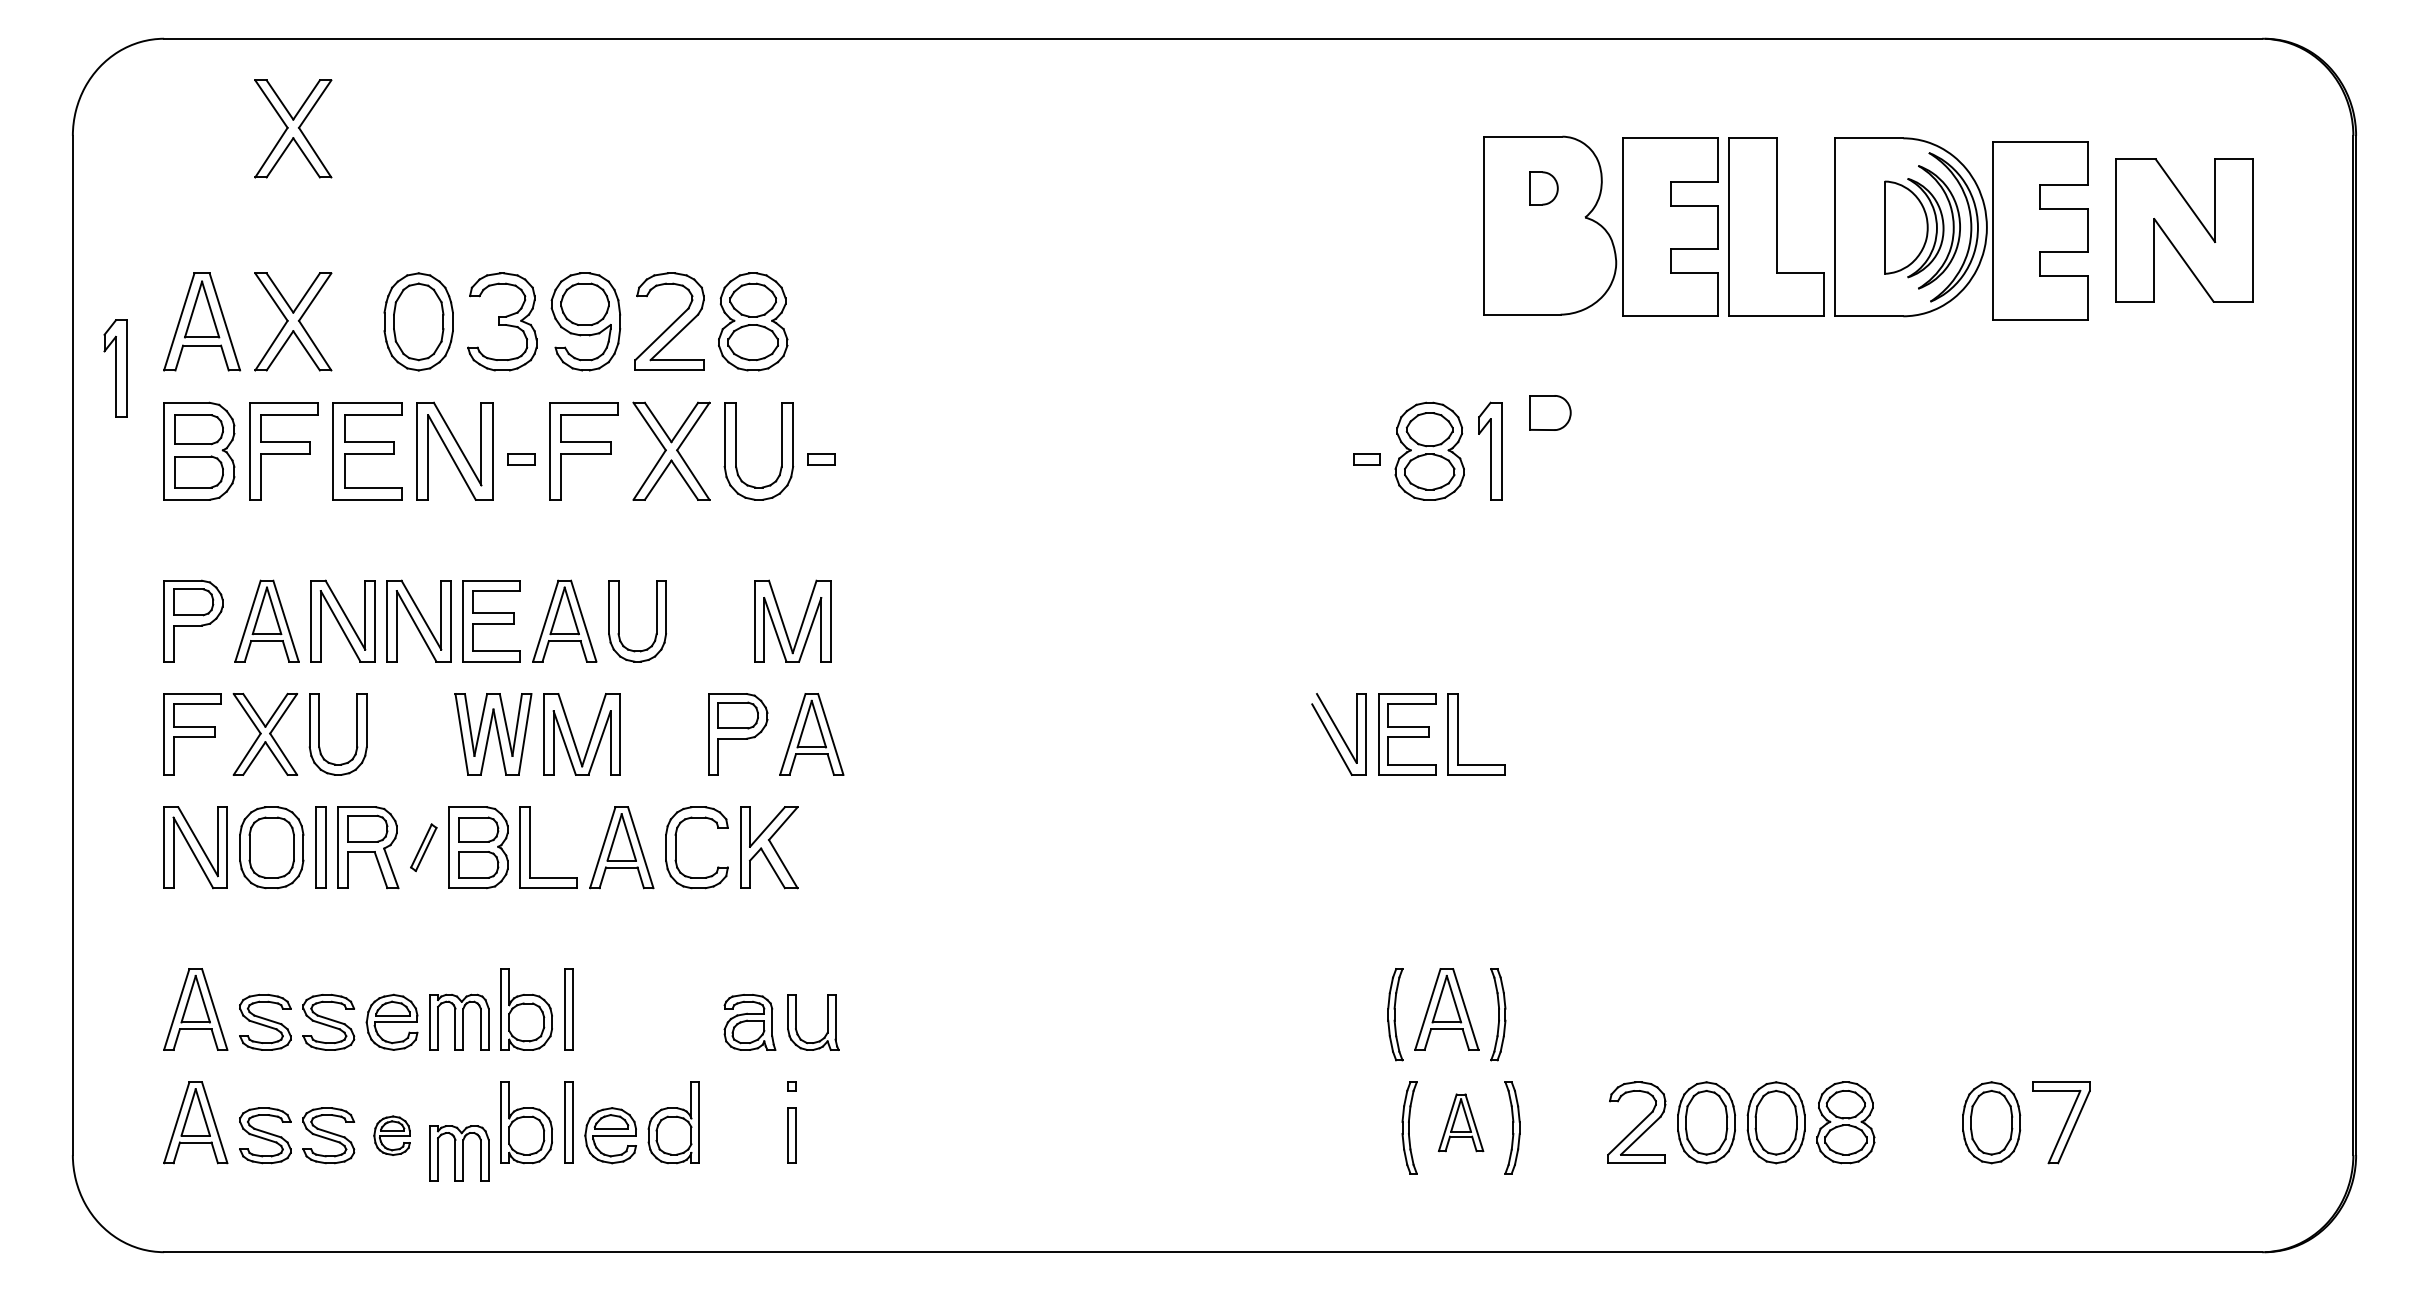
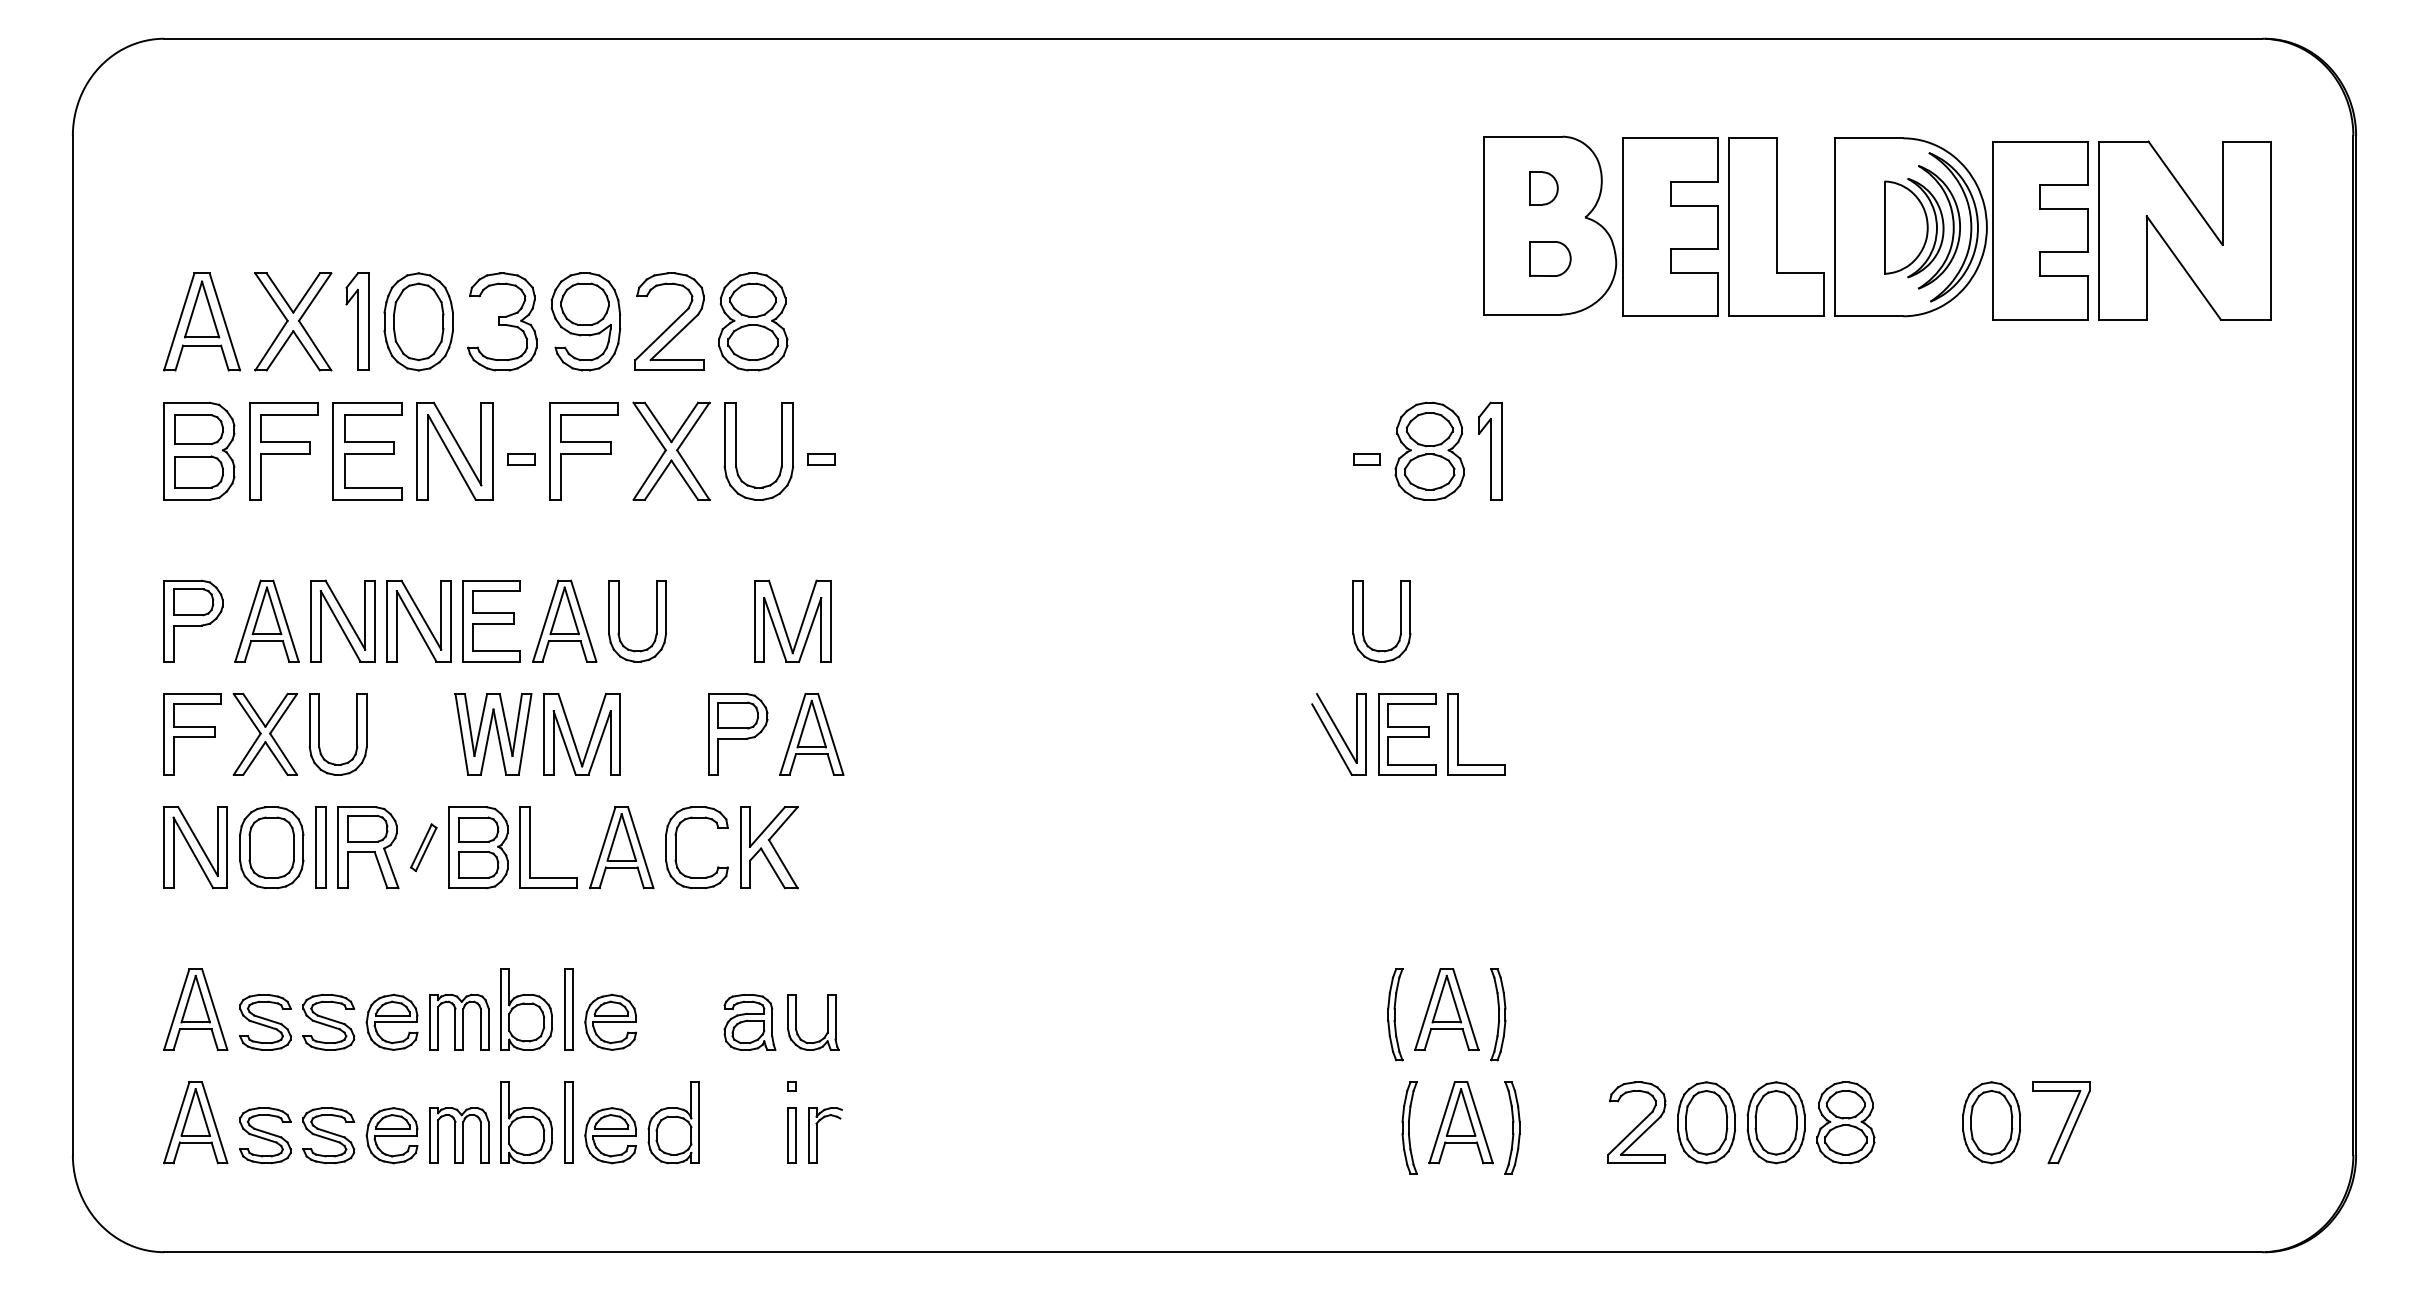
part at (293, 128): present -> none
part at (2184, 230) size: 139x145 px -> 174x181 px
part at (115, 368) position: (115, 368) -> (357, 321)
part at (1550, 412) position: (1550, 412) -> (1550, 258)
part at (1363, 621): none -> present
part at (610, 1021): none -> present
part at (1460, 1122) size: 48x60 px -> 66x84 px
part at (391, 1135) size: 38x41 px -> 54x58 px
part at (817, 1135): none -> present
part at (459, 1153) position: (459, 1153) -> (459, 1135)
